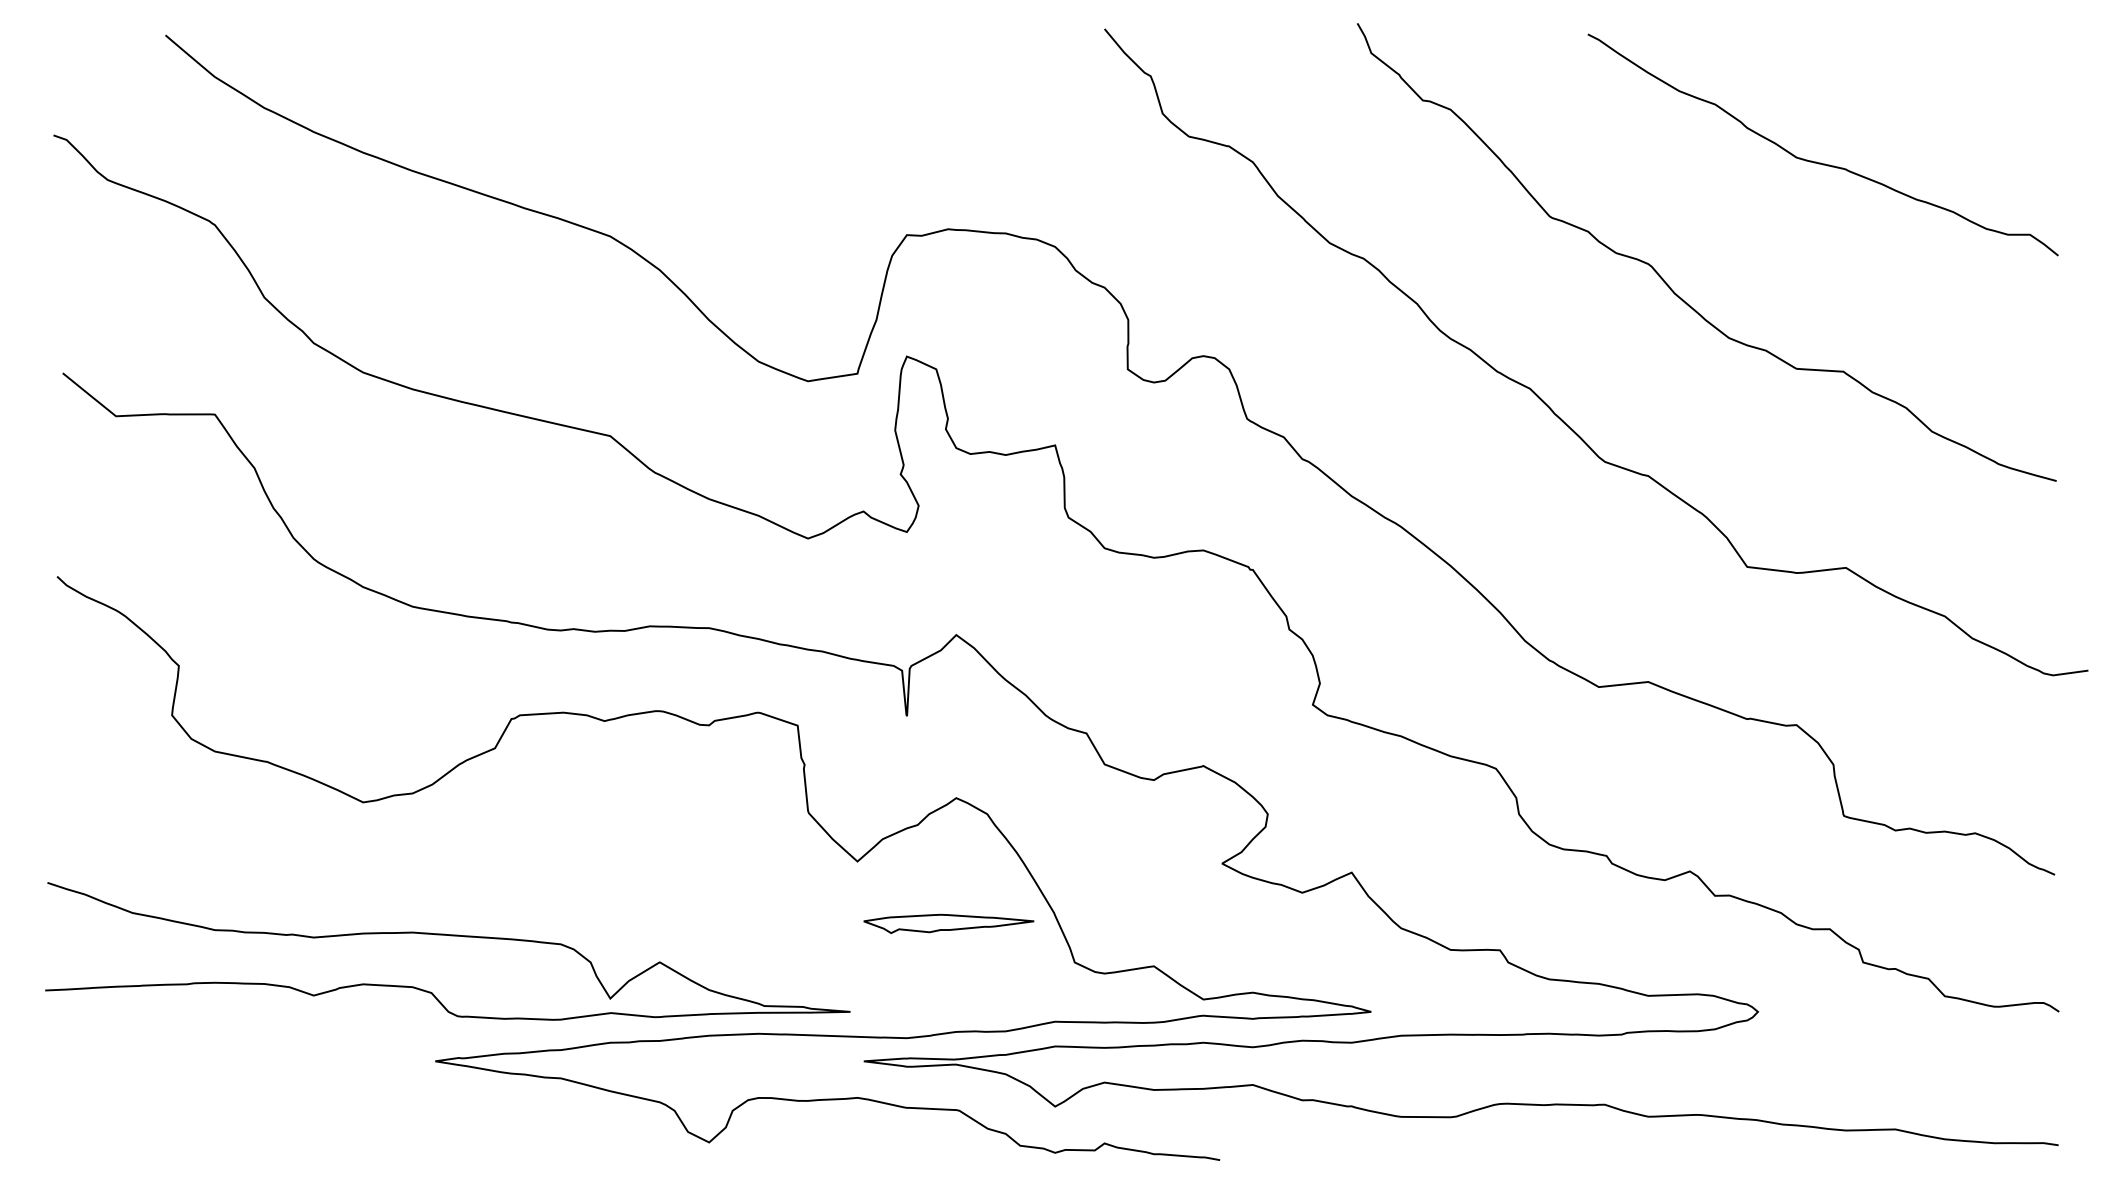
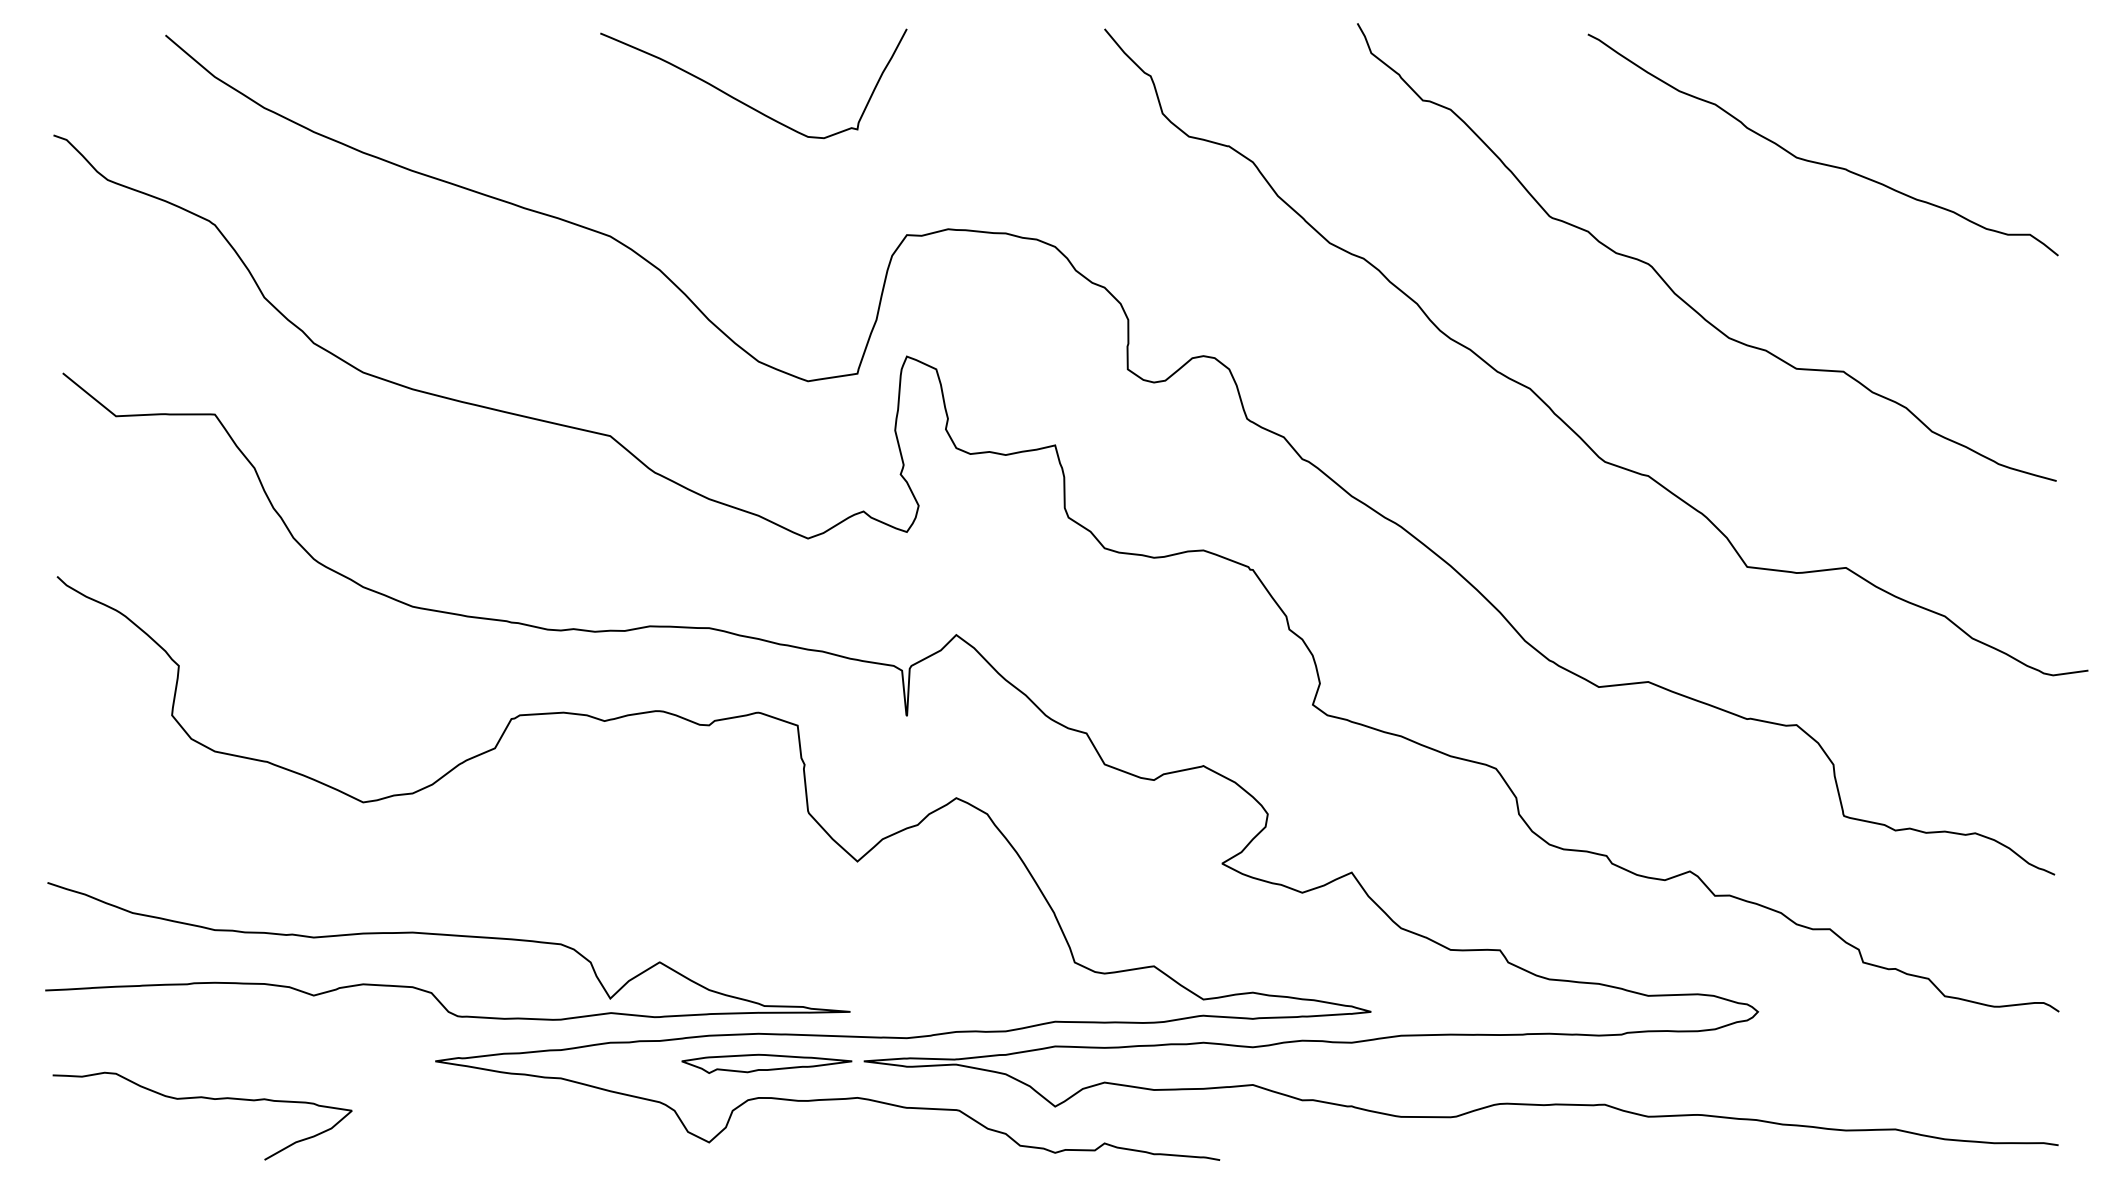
curve at (744, 102): none -> present
part at (948, 923) position: (948, 923) -> (766, 1063)
curve at (202, 1098): none -> present
